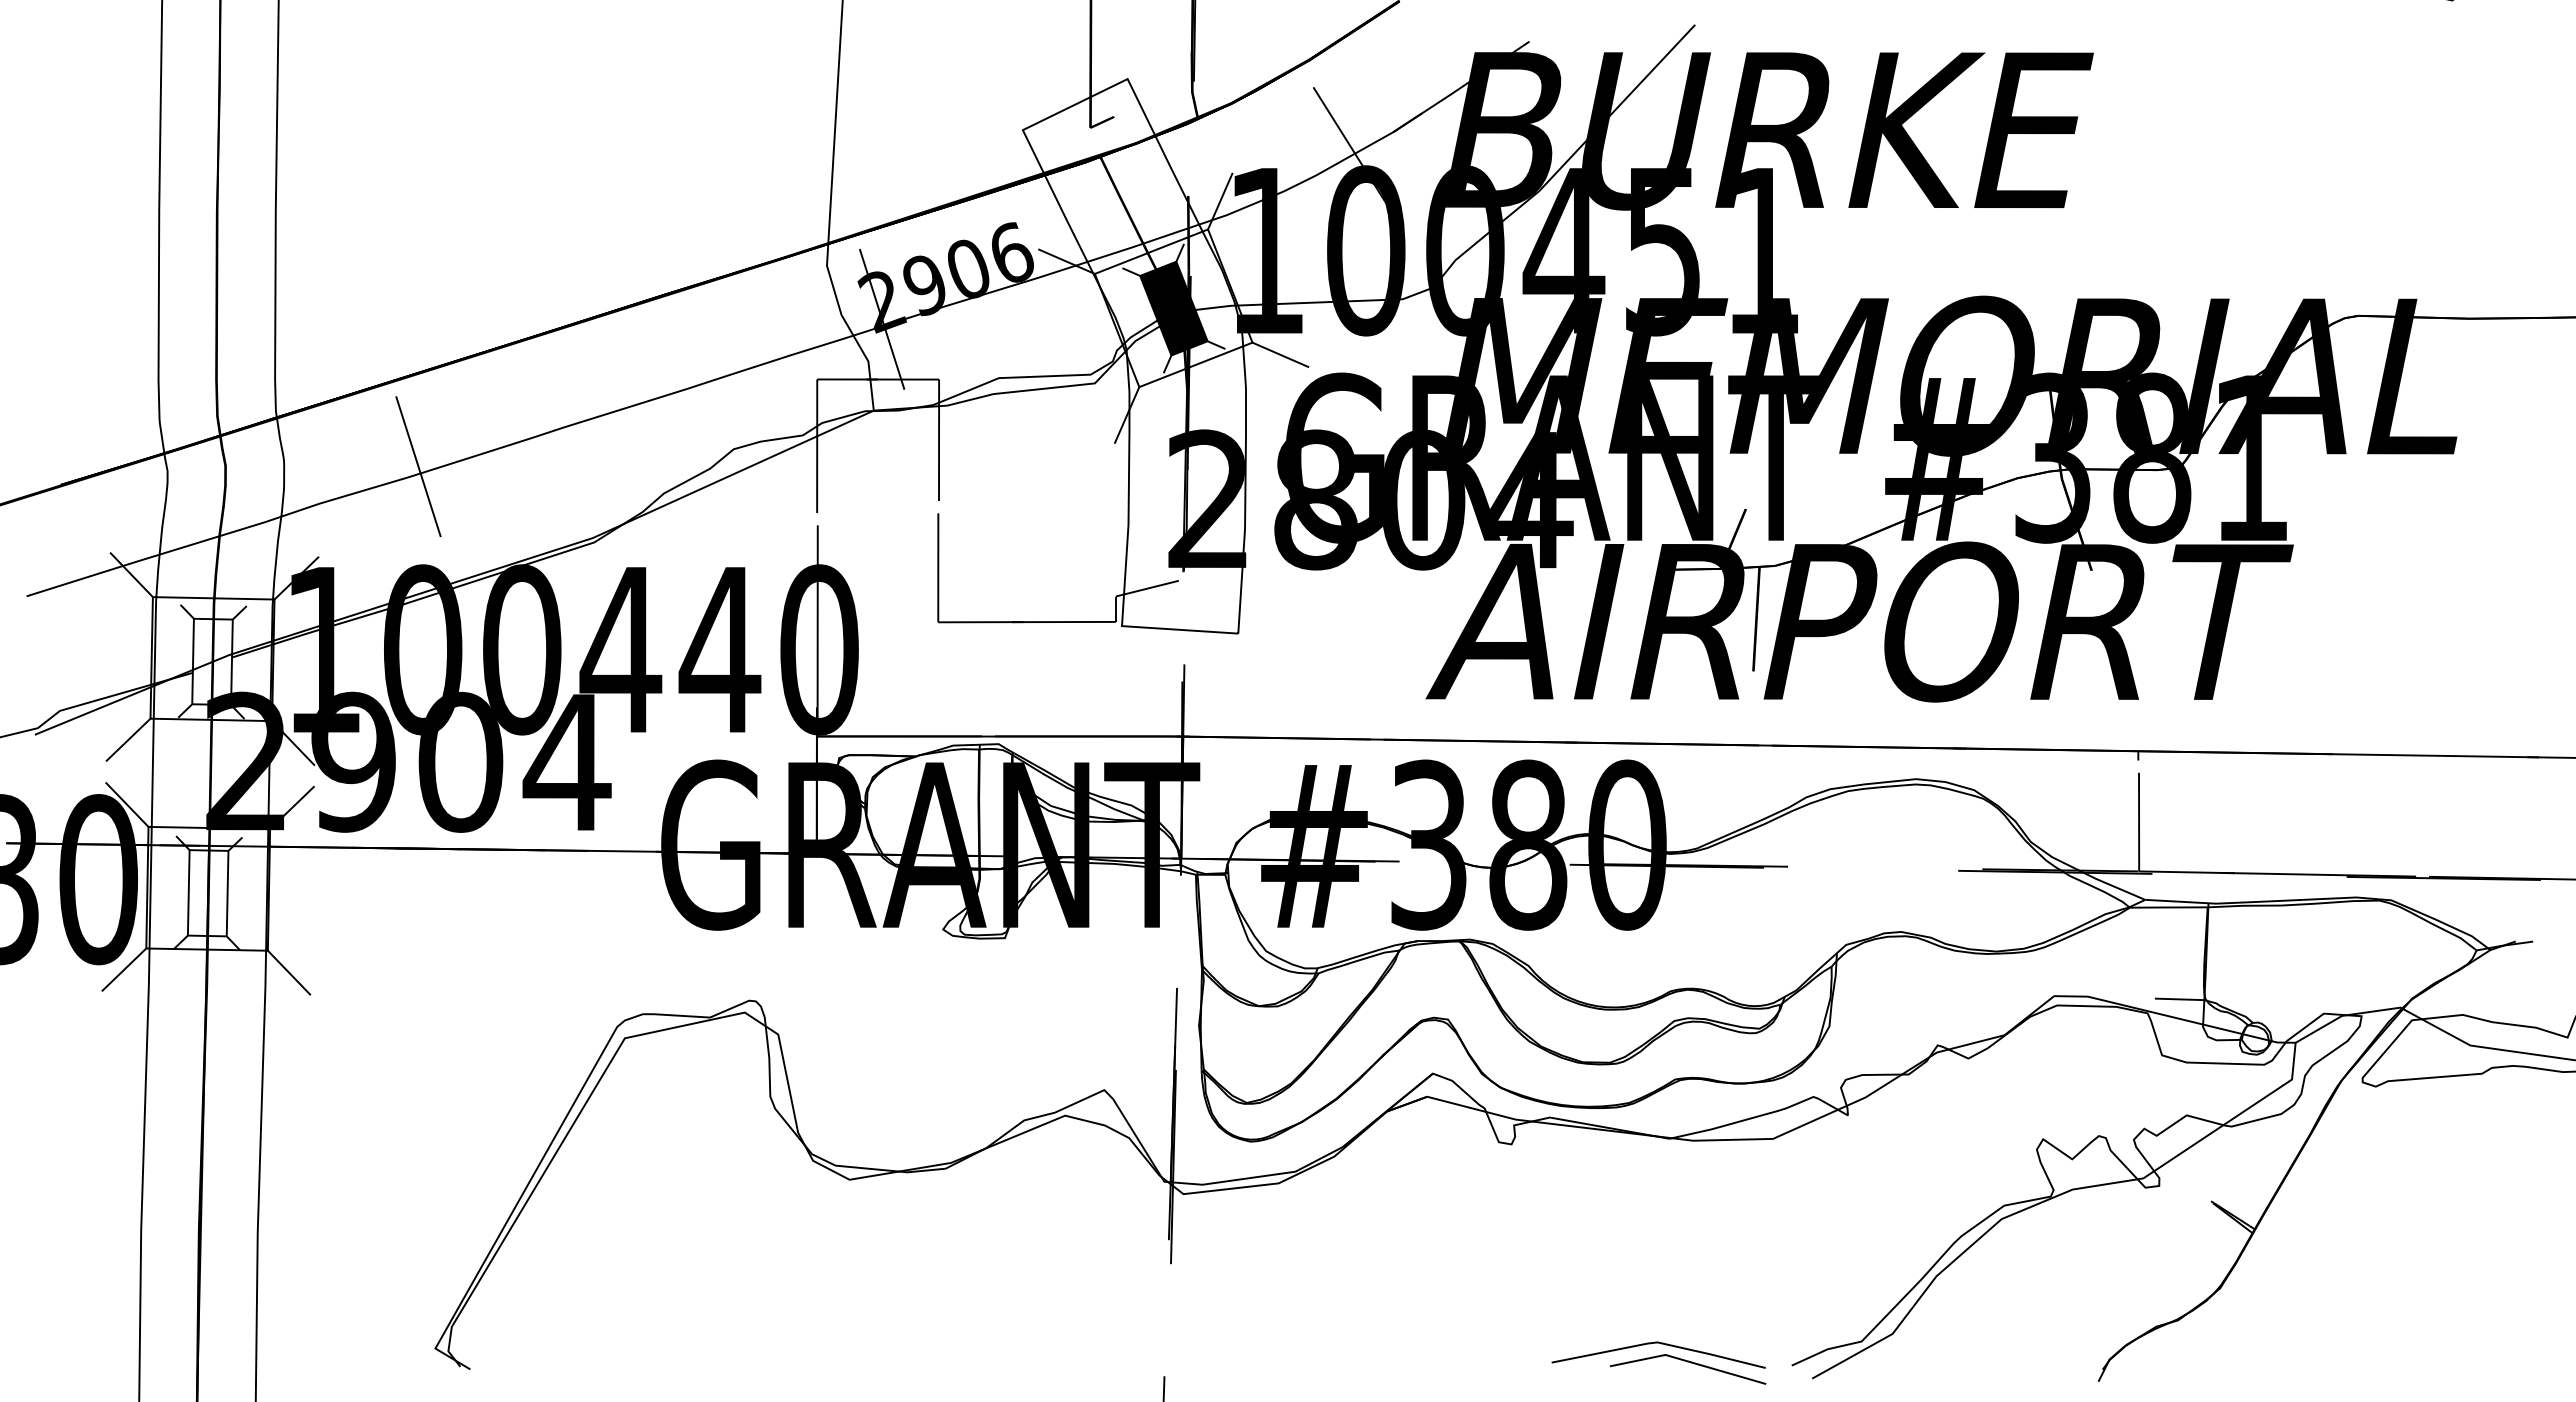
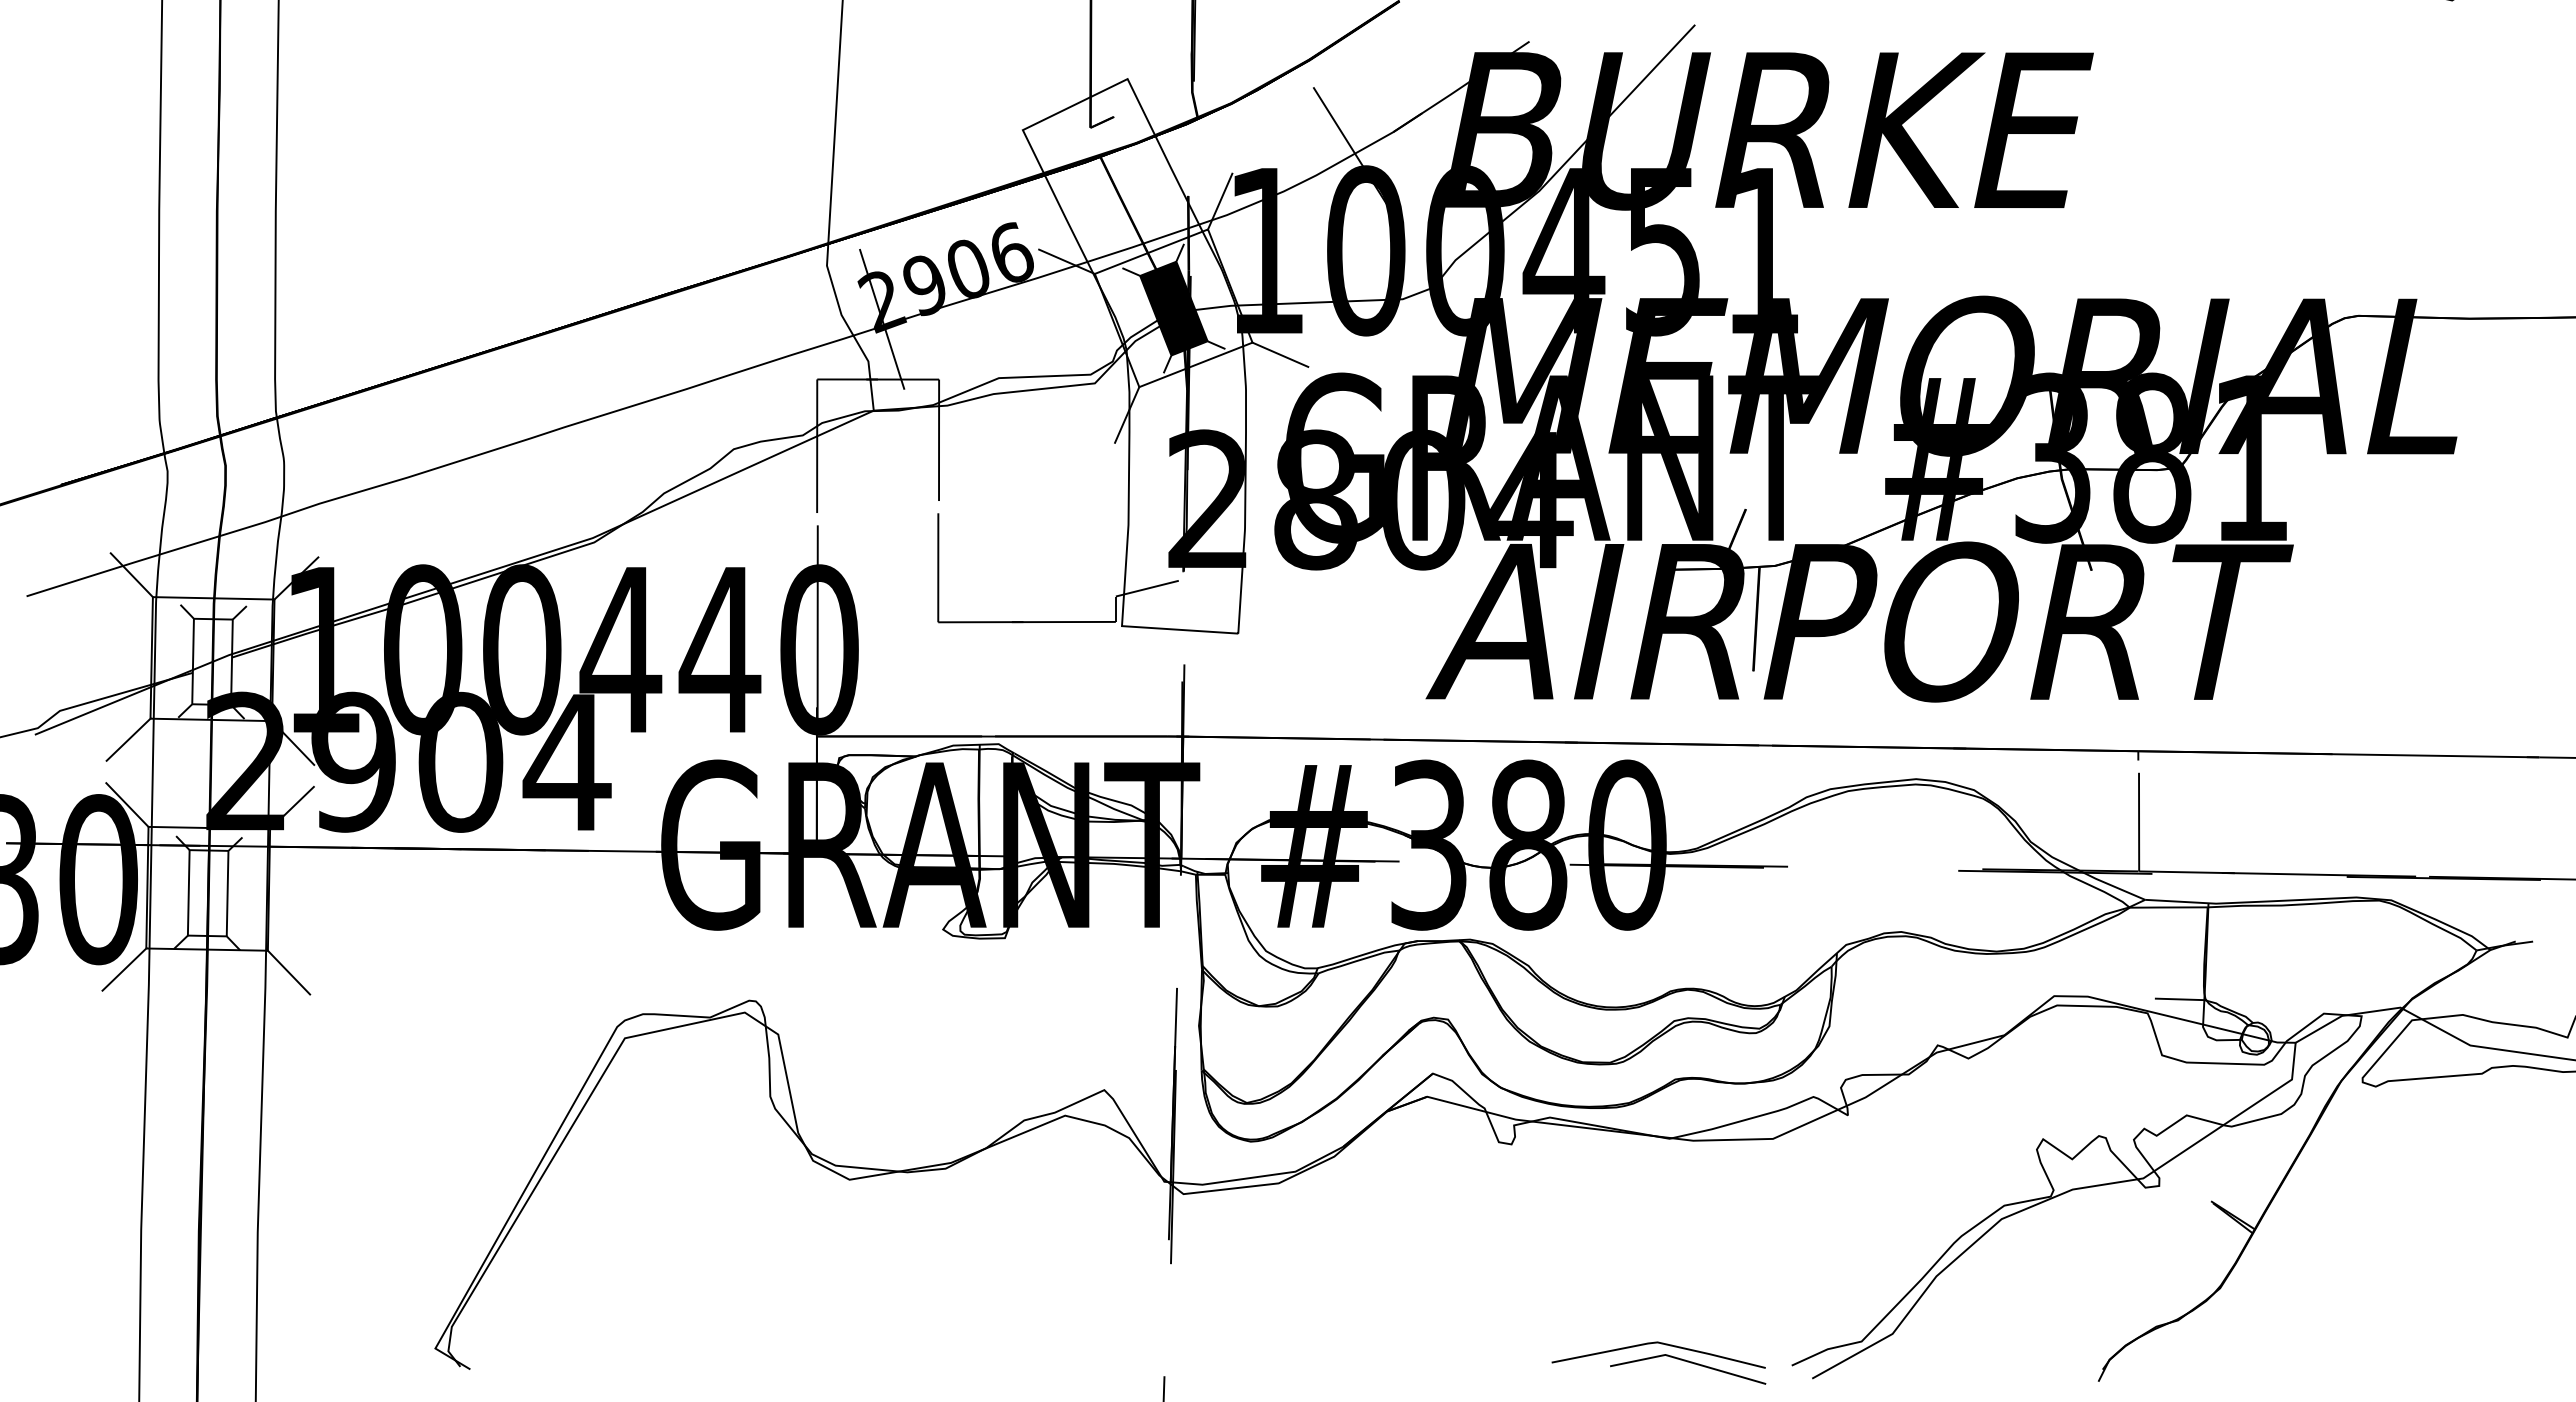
line at (418, 466): present -> none
